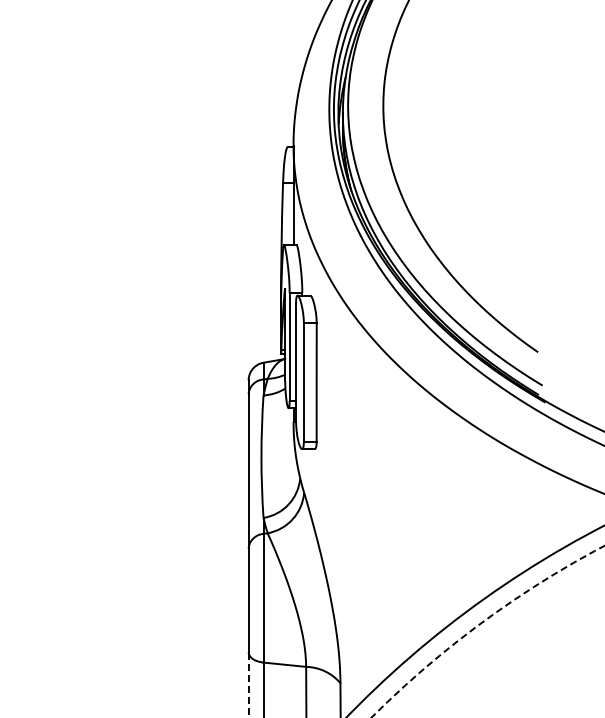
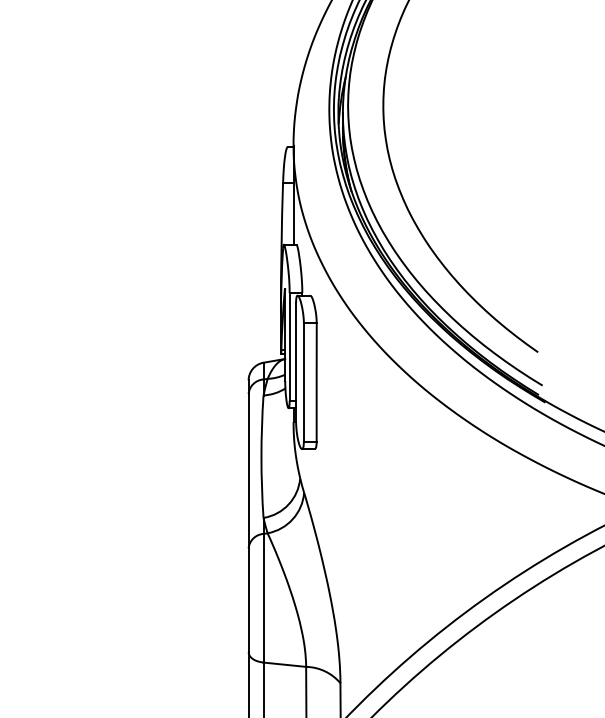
circle at (487, 631): dashed -> solid
line at (248, 684): dashed -> solid
